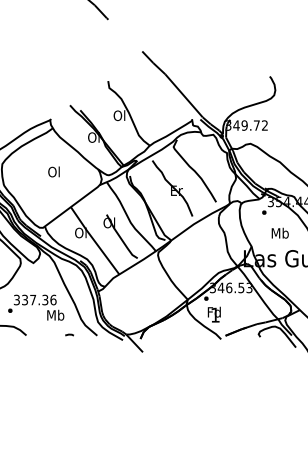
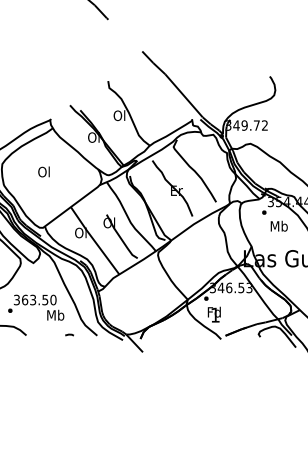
text at (53, 171) position: (53, 171) -> (43, 171)
text at (279, 232) position: (279, 232) -> (278, 225)
text at (39, 299): 337.36 -> 363.50
